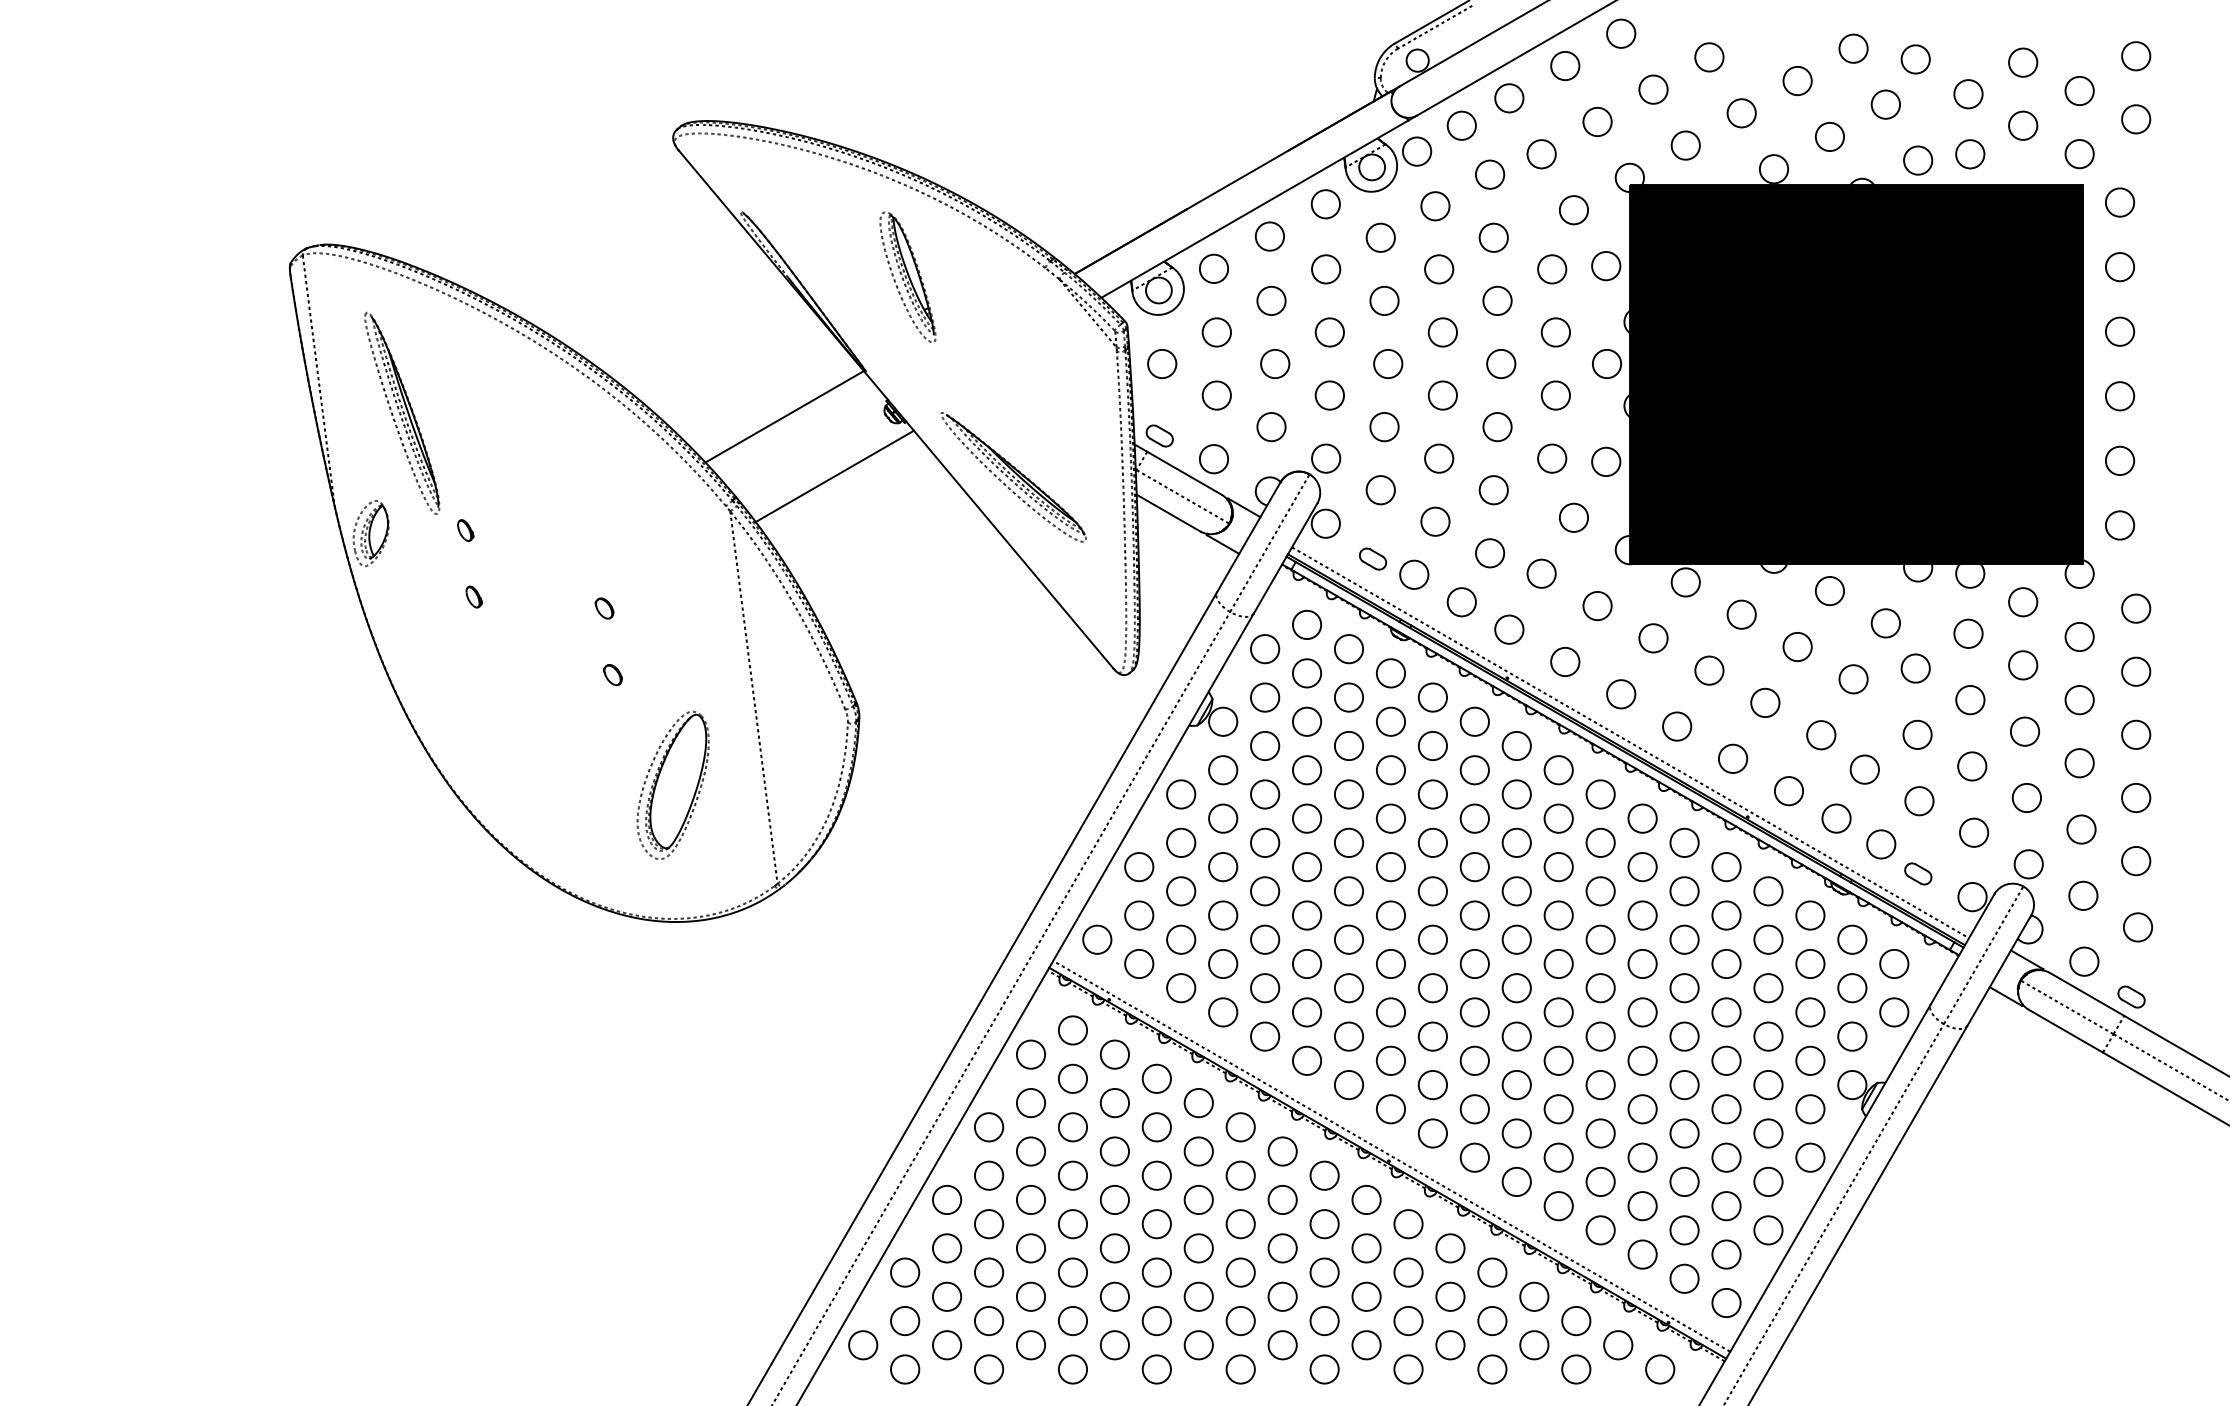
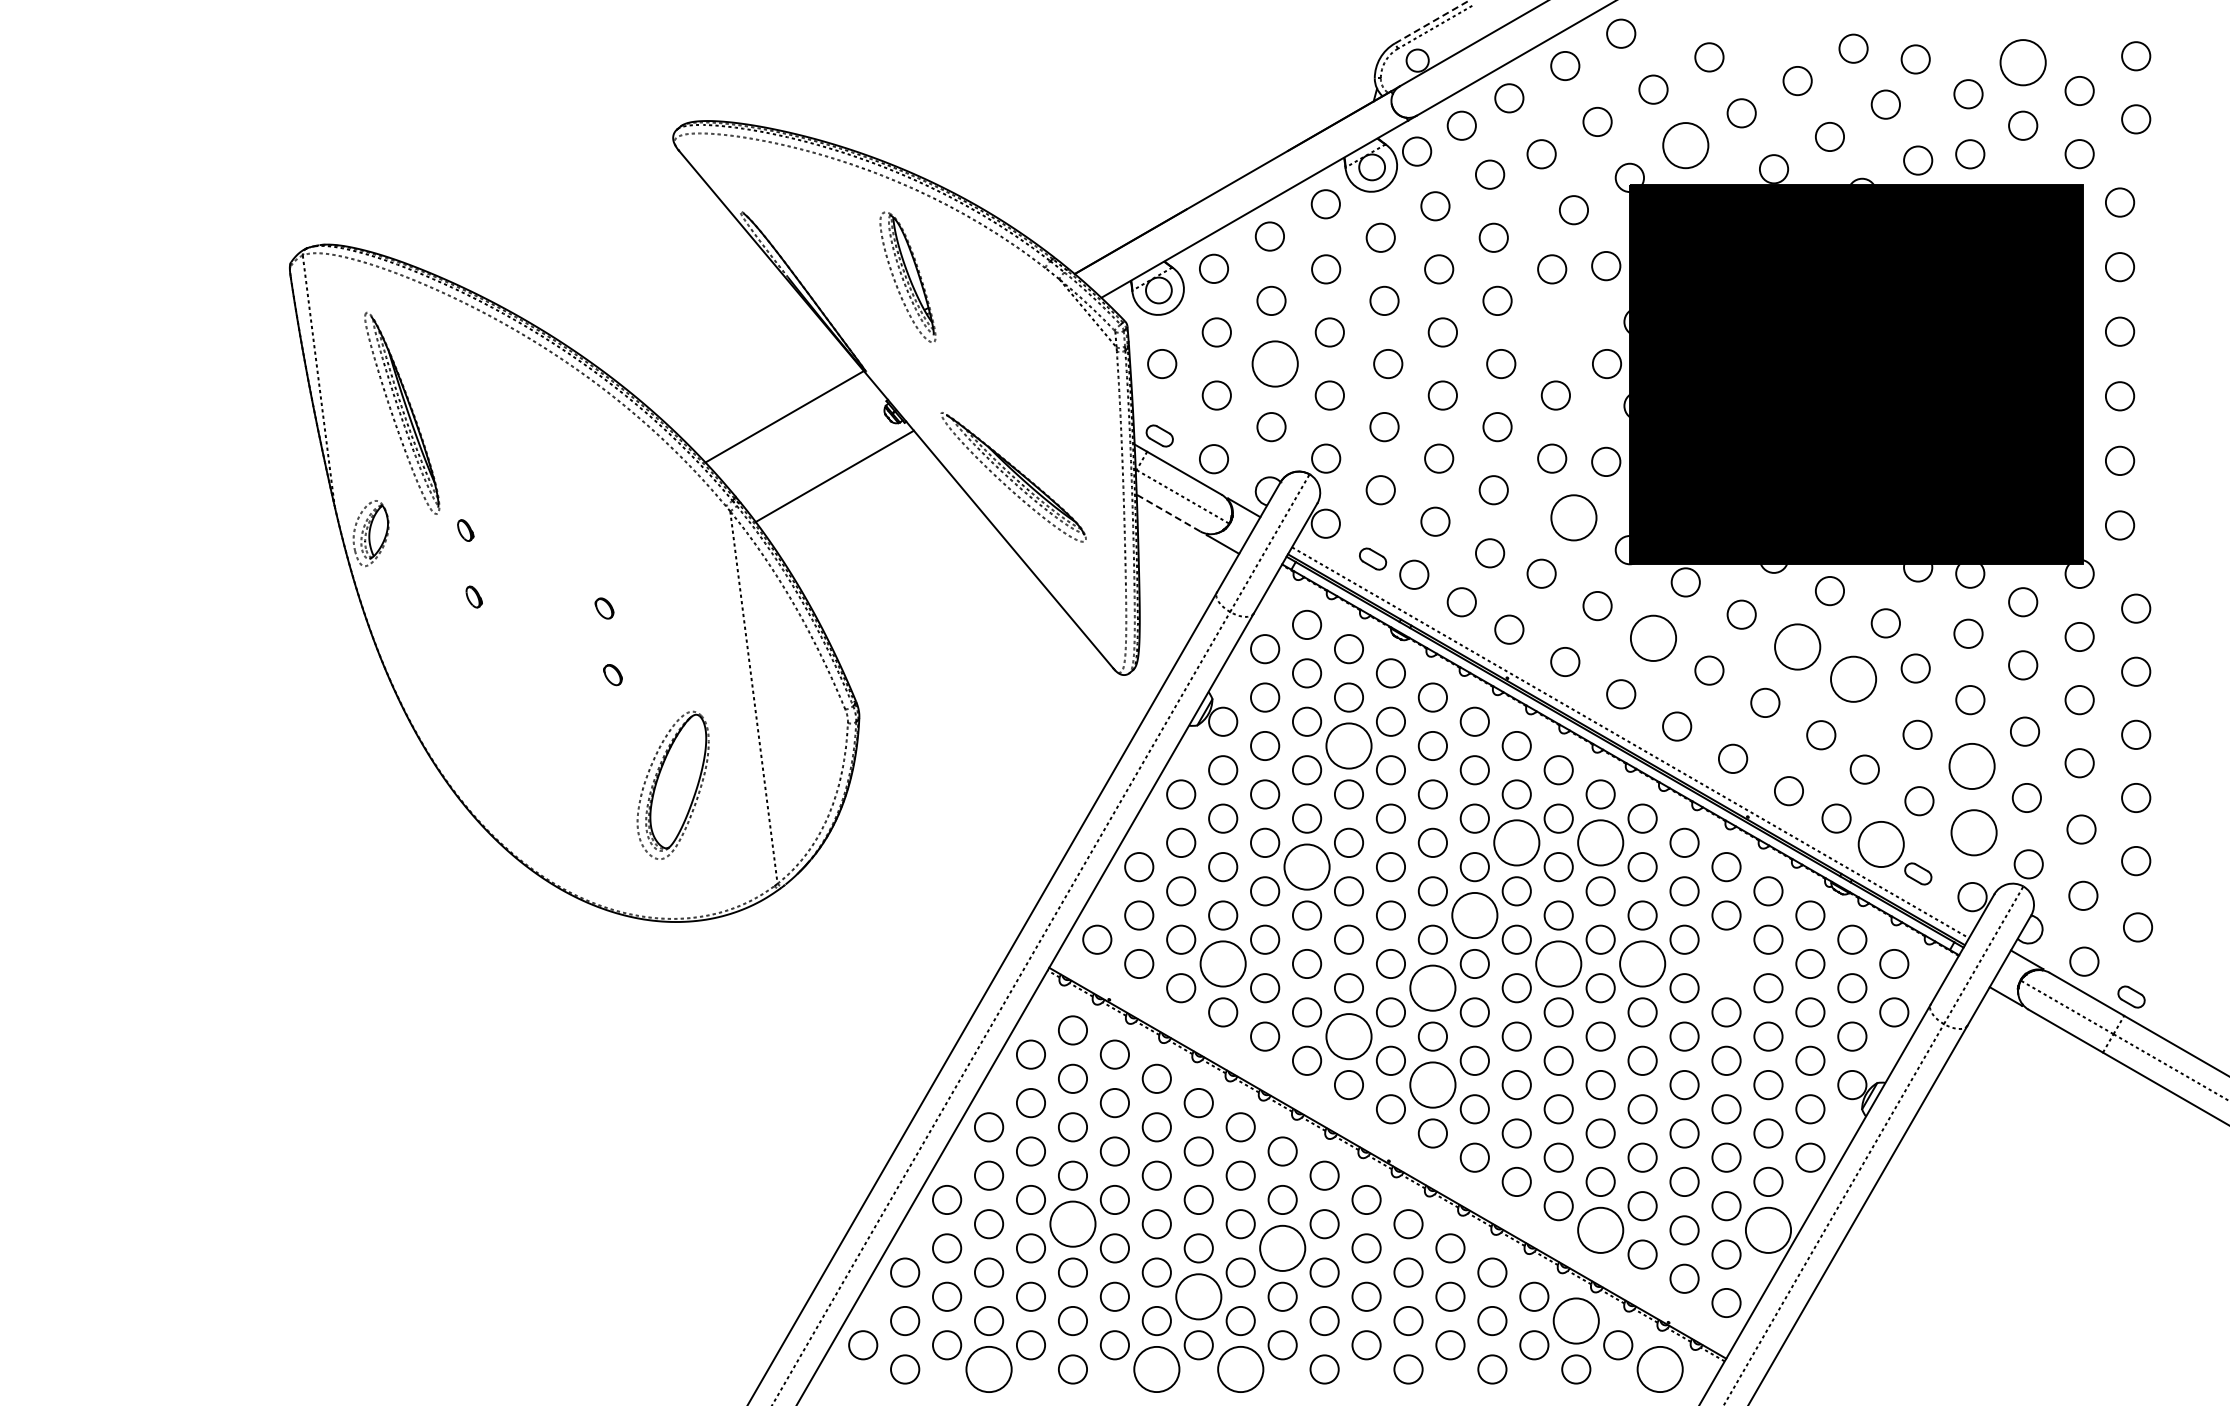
line at (1432, 22): solid -> dashed
circle at (2023, 62) diameter: 28 px -> 45 px
circle at (1685, 145) diameter: 28 px -> 45 px
circle at (1555, 332): present -> none
circle at (1275, 363) diameter: 28 px -> 45 px
line at (1168, 513): solid -> dashed
circle at (1573, 517) diameter: 28 px -> 45 px
circle at (1653, 638) diameter: 28 px -> 45 px
circle at (1797, 646) diameter: 28 px -> 45 px
circle at (1853, 679) diameter: 28 px -> 45 px
circle at (1348, 745) diameter: 28 px -> 45 px
circle at (1972, 766) size: 31x31 px -> 48x47 px
circle at (1973, 832) diameter: 28 px -> 45 px
circle at (1516, 842) diameter: 28 px -> 45 px
circle at (1600, 842) diameter: 28 px -> 45 px
circle at (1881, 844) diameter: 28 px -> 45 px
circle at (1306, 867) diameter: 28 px -> 45 px
circle at (1474, 915) diameter: 28 px -> 45 px
circle at (1223, 963) diameter: 28 px -> 45 px
circle at (1558, 963) diameter: 28 px -> 45 px
circle at (1642, 963) diameter: 28 px -> 45 px
circle at (1726, 963): present -> none
circle at (1432, 988) diameter: 28 px -> 45 px
circle at (1348, 1036) diameter: 28 px -> 45 px
circle at (1432, 1084) diameter: 28 px -> 45 px
line at (1391, 1155): present -> none
circle at (1072, 1224) diameter: 28 px -> 45 px
circle at (1600, 1230) diameter: 28 px -> 45 px
circle at (1768, 1230) diameter: 28 px -> 45 px
circle at (1282, 1248) diameter: 28 px -> 45 px
circle at (1198, 1296) diameter: 28 px -> 45 px
circle at (1576, 1320) diameter: 28 px -> 45 px
circle at (988, 1369) diameter: 28 px -> 45 px
circle at (1156, 1369) diameter: 28 px -> 45 px
circle at (1240, 1369) diameter: 28 px -> 45 px
circle at (1660, 1369) diameter: 28 px -> 45 px
